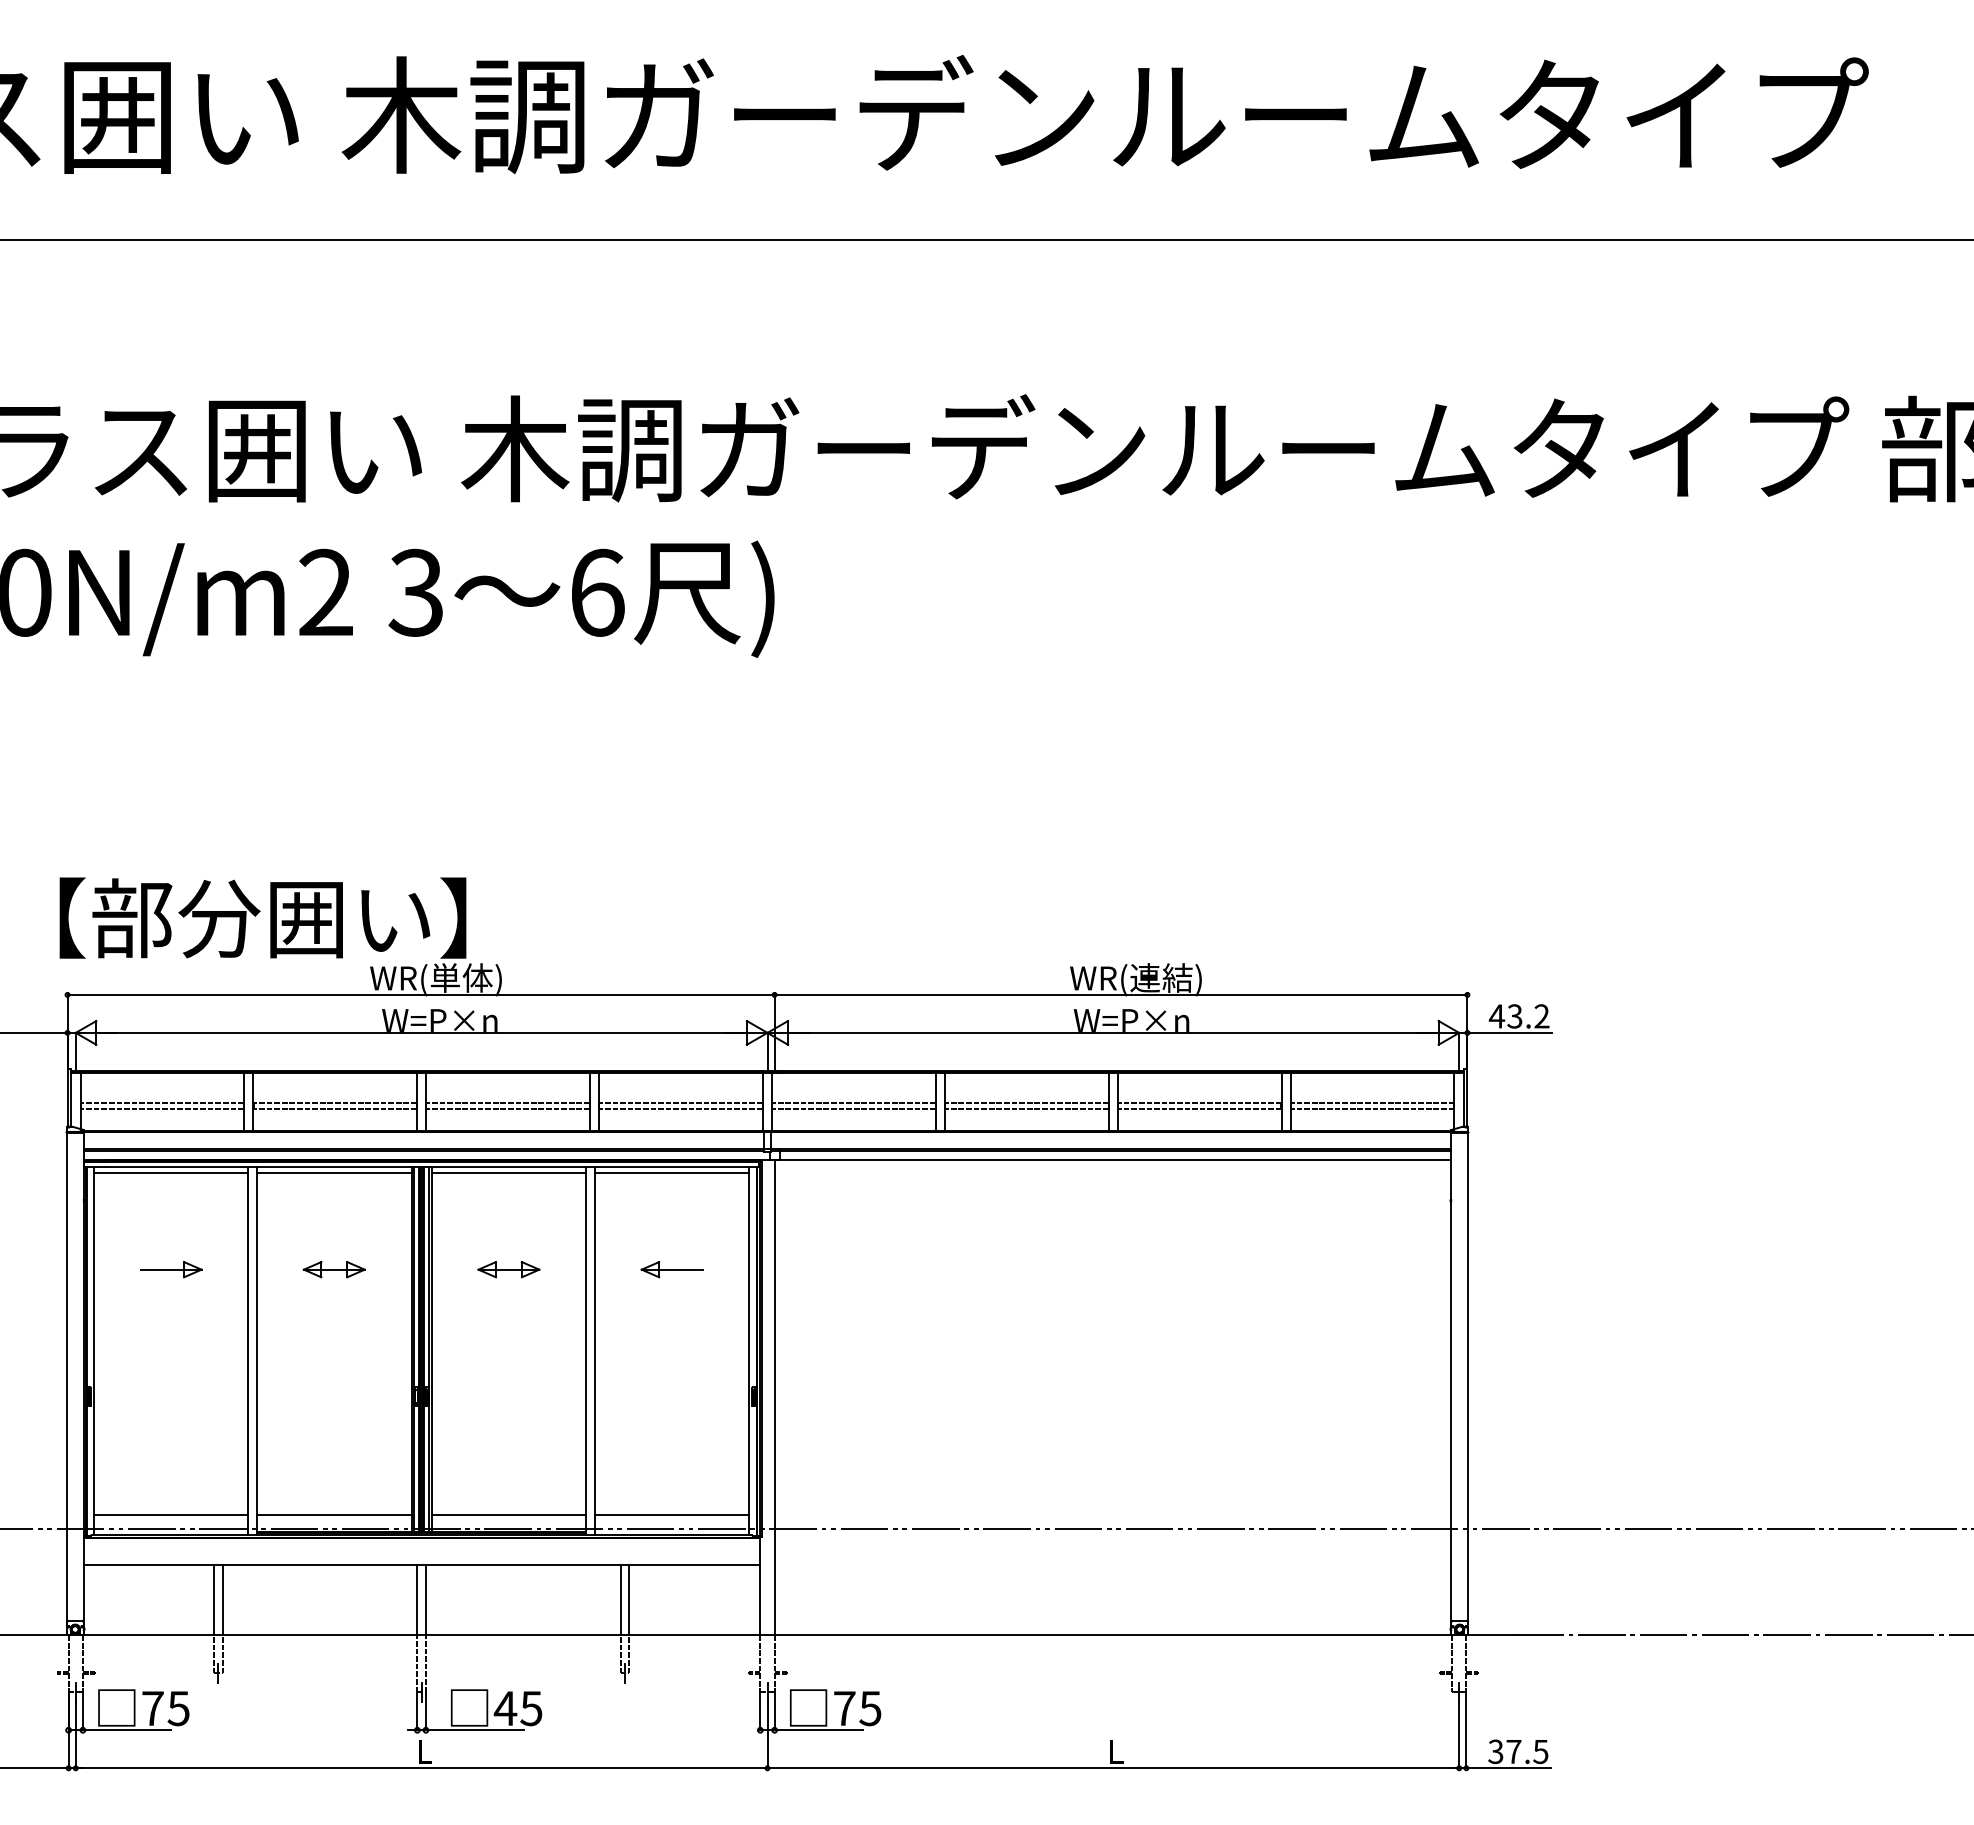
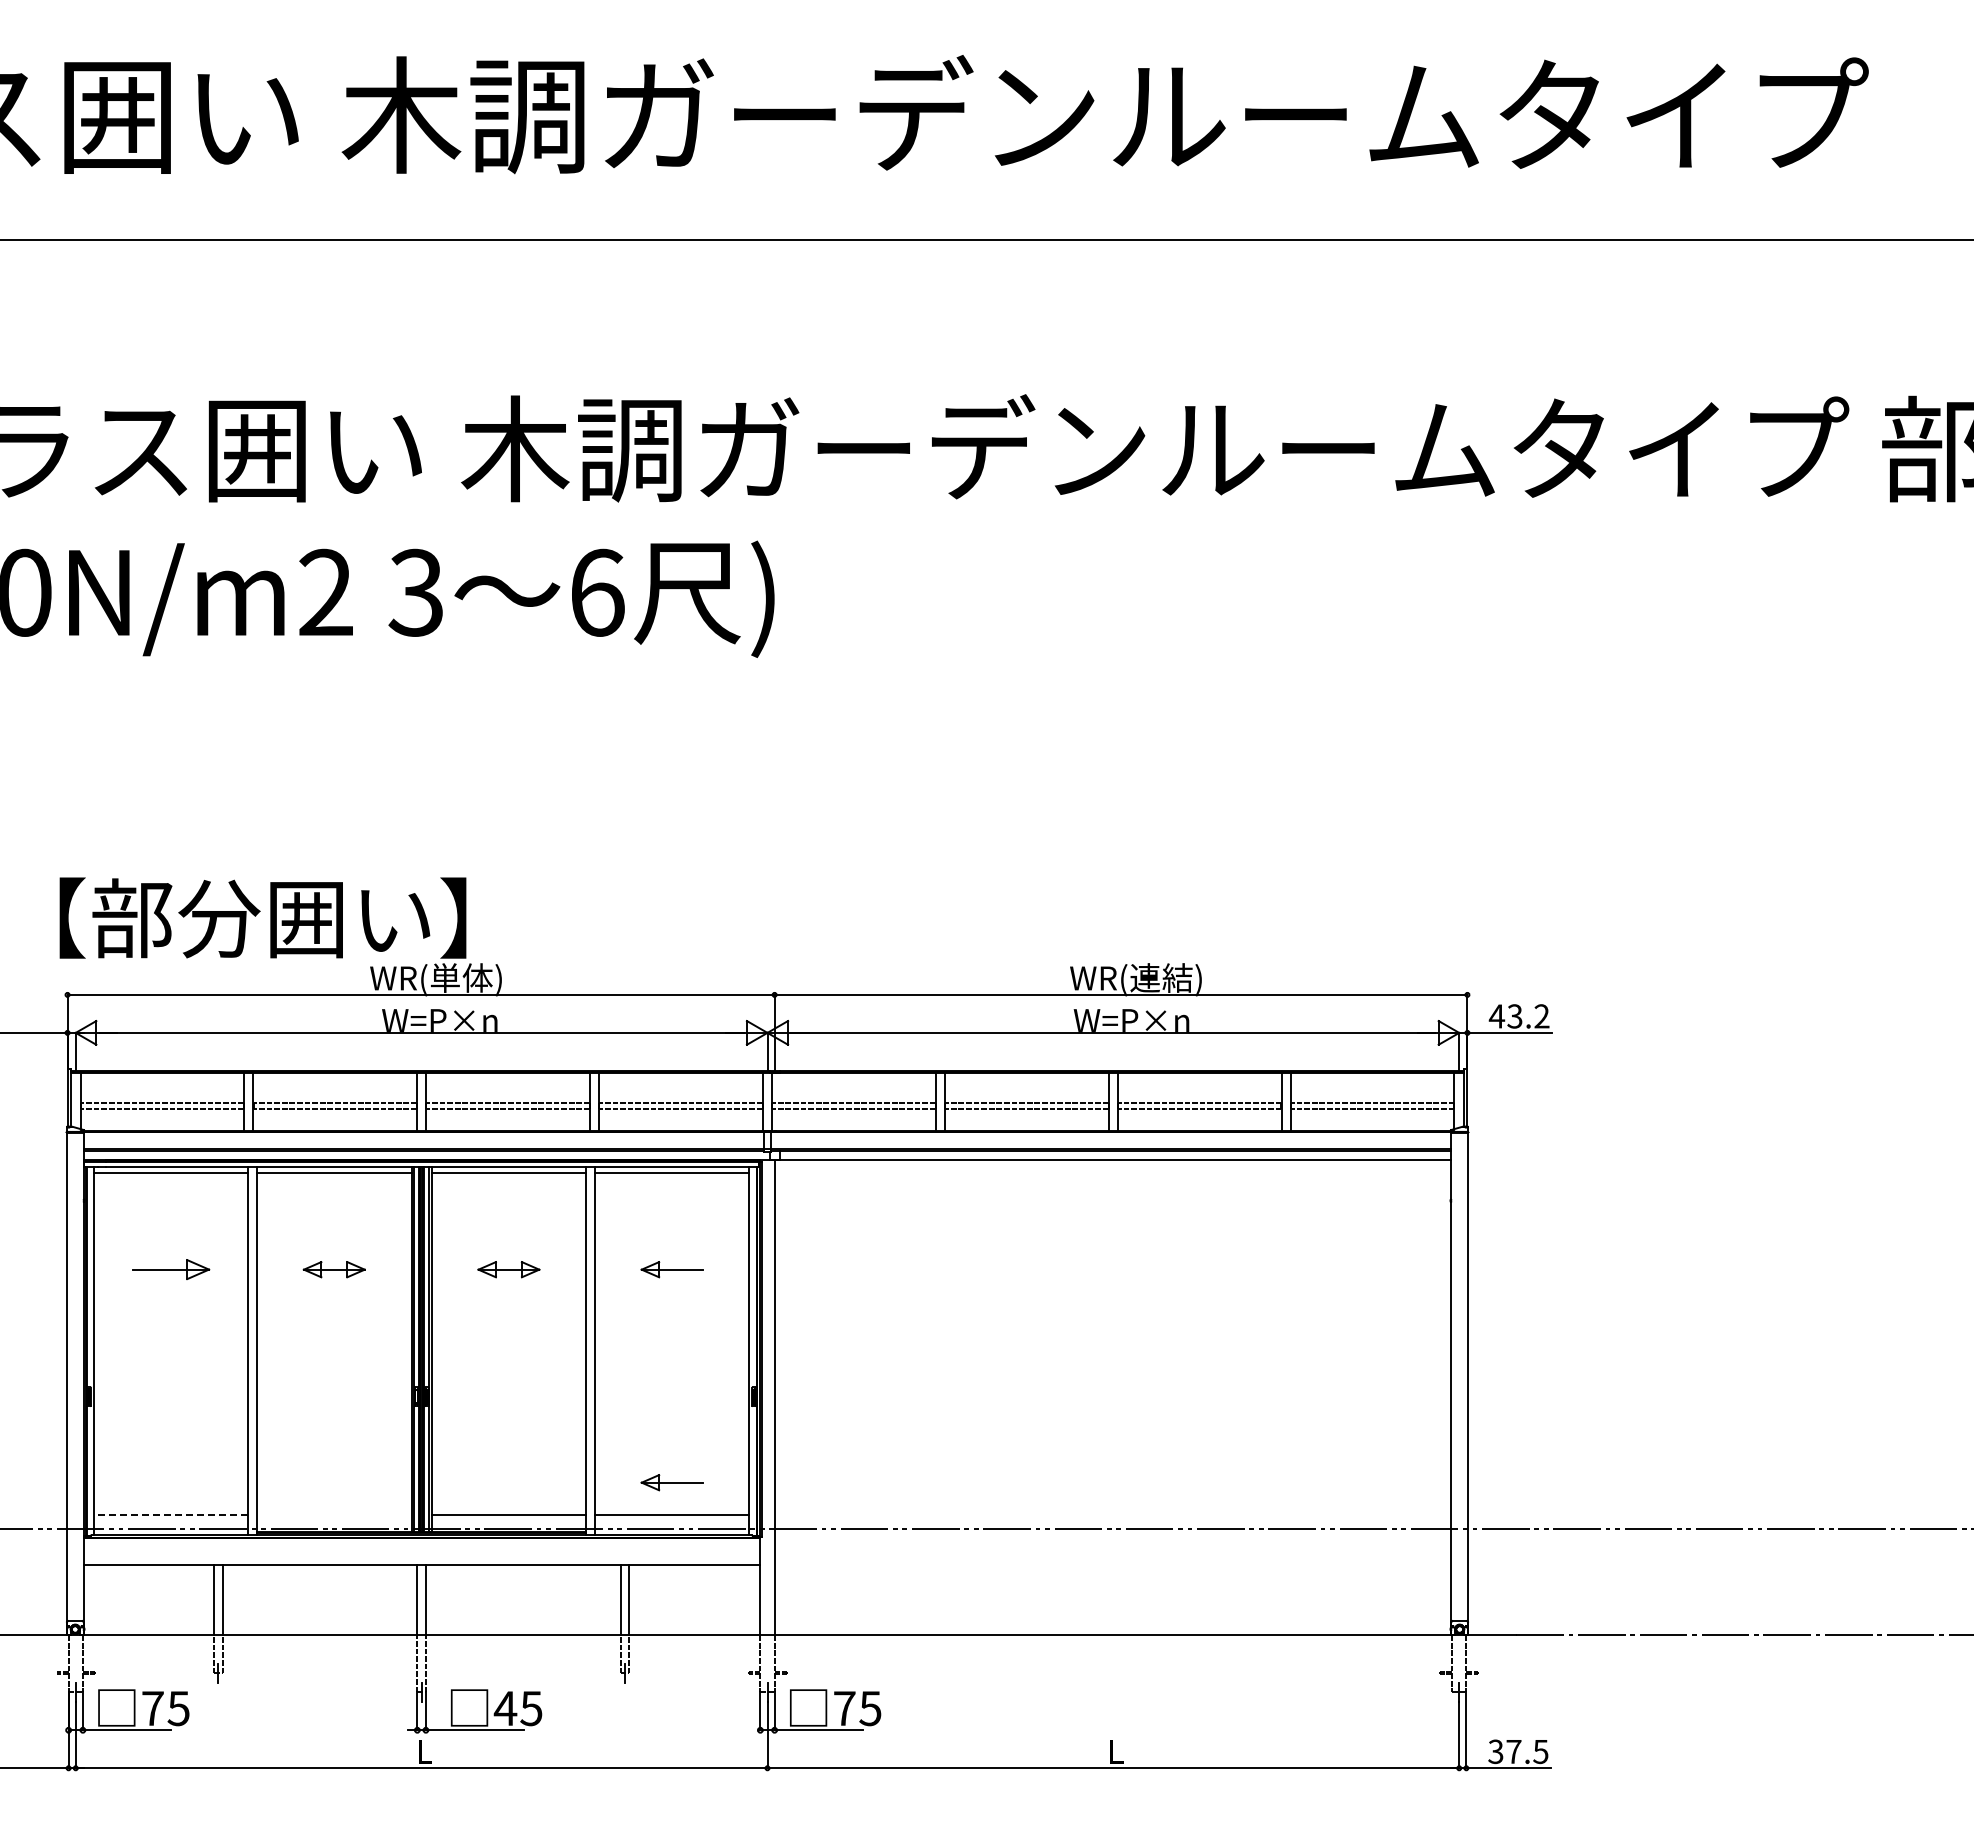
part at (171, 1269) size: 63x18 px -> 79x21 px
part at (671, 1482): none -> present
line at (170, 1514): solid -> dashed
line at (334, 1514): present -> none
